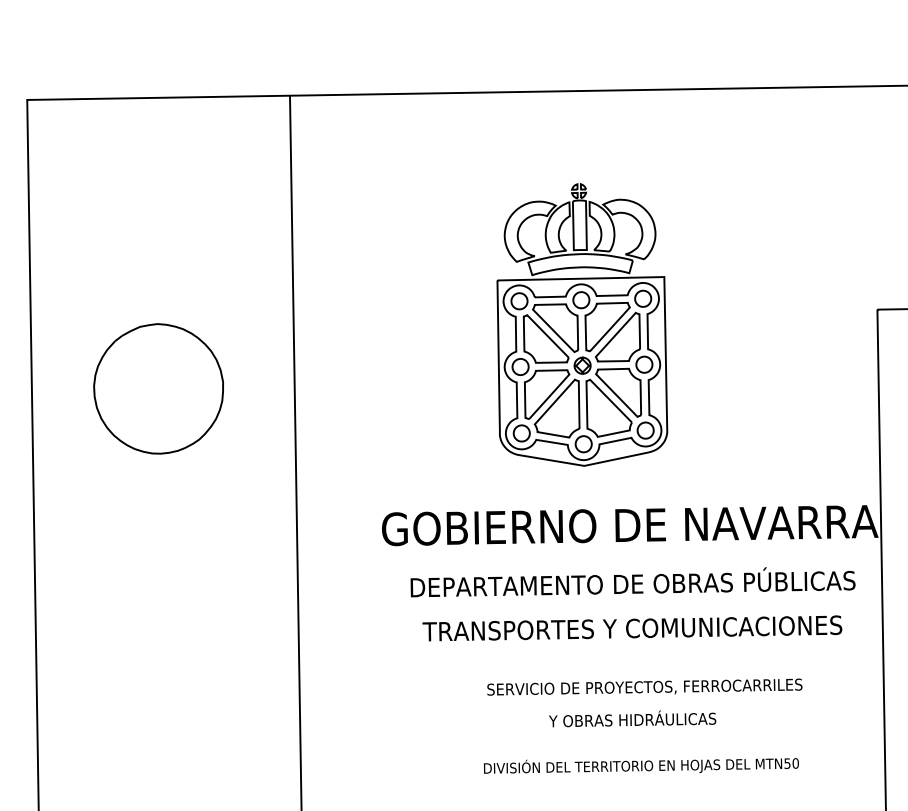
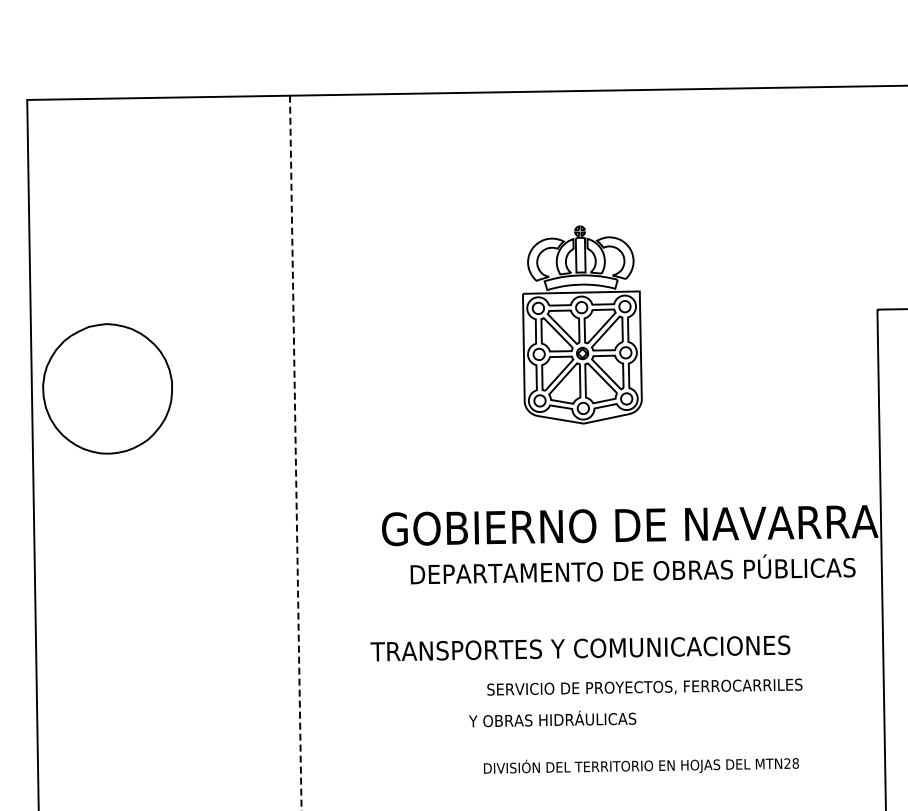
part at (582, 324) size: 173x284 px -> 121x200 px
part at (158, 388) position: (158, 388) -> (107, 388)
line at (295, 453): solid -> dashed
text at (632, 582) position: (632, 582) -> (632, 569)
text at (632, 628) position: (632, 628) -> (580, 648)
text at (632, 718) position: (632, 718) -> (552, 718)
text at (791, 763): MTN50 -> MTN28
